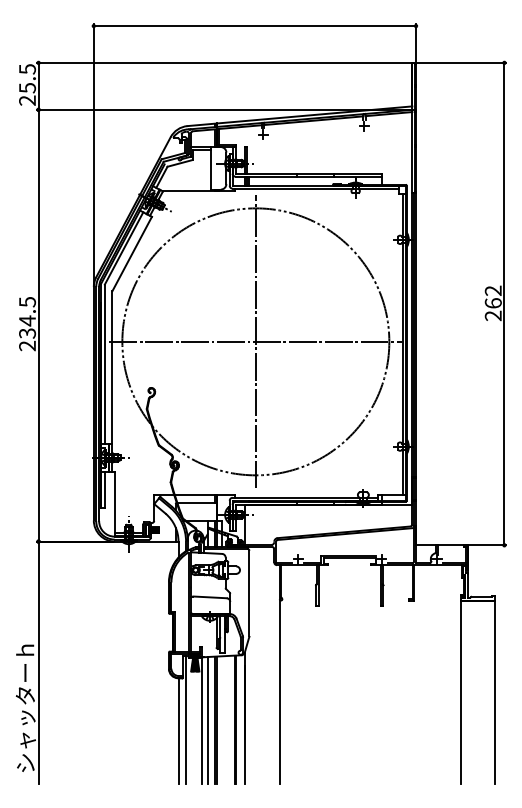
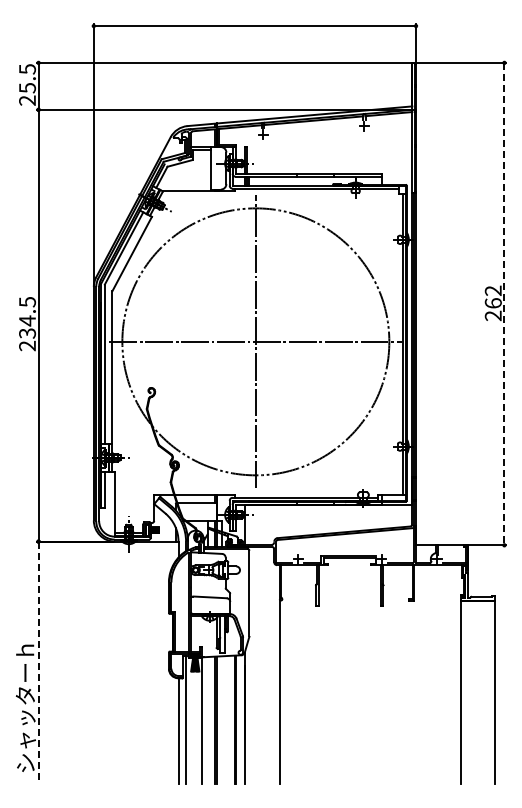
line at (504, 304): solid -> dashed
line at (38, 663): solid -> dashed
line at (207, 720): present -> none
